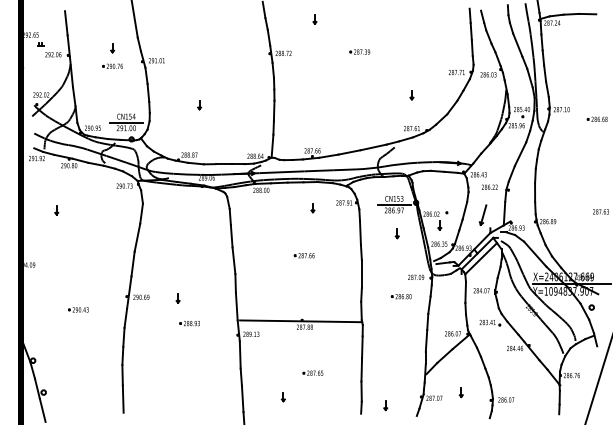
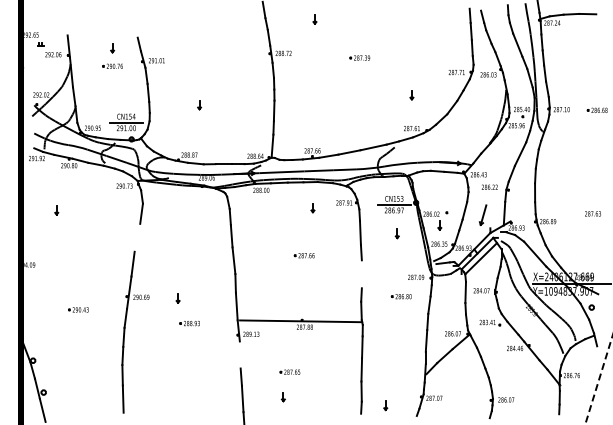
line at (134, 19): present -> none
line at (66, 23): present -> none
part at (359, 51) position: (359, 51) -> (359, 57)
part at (596, 118) position: (596, 118) -> (596, 109)
text at (600, 211) position: (600, 211) -> (592, 213)
line at (137, 237): present -> none
line at (361, 274): present -> none
line at (239, 354): present -> none
part at (312, 372) position: (312, 372) -> (289, 371)
line at (599, 379): solid -> dashed
part at (460, 392): present -> none
